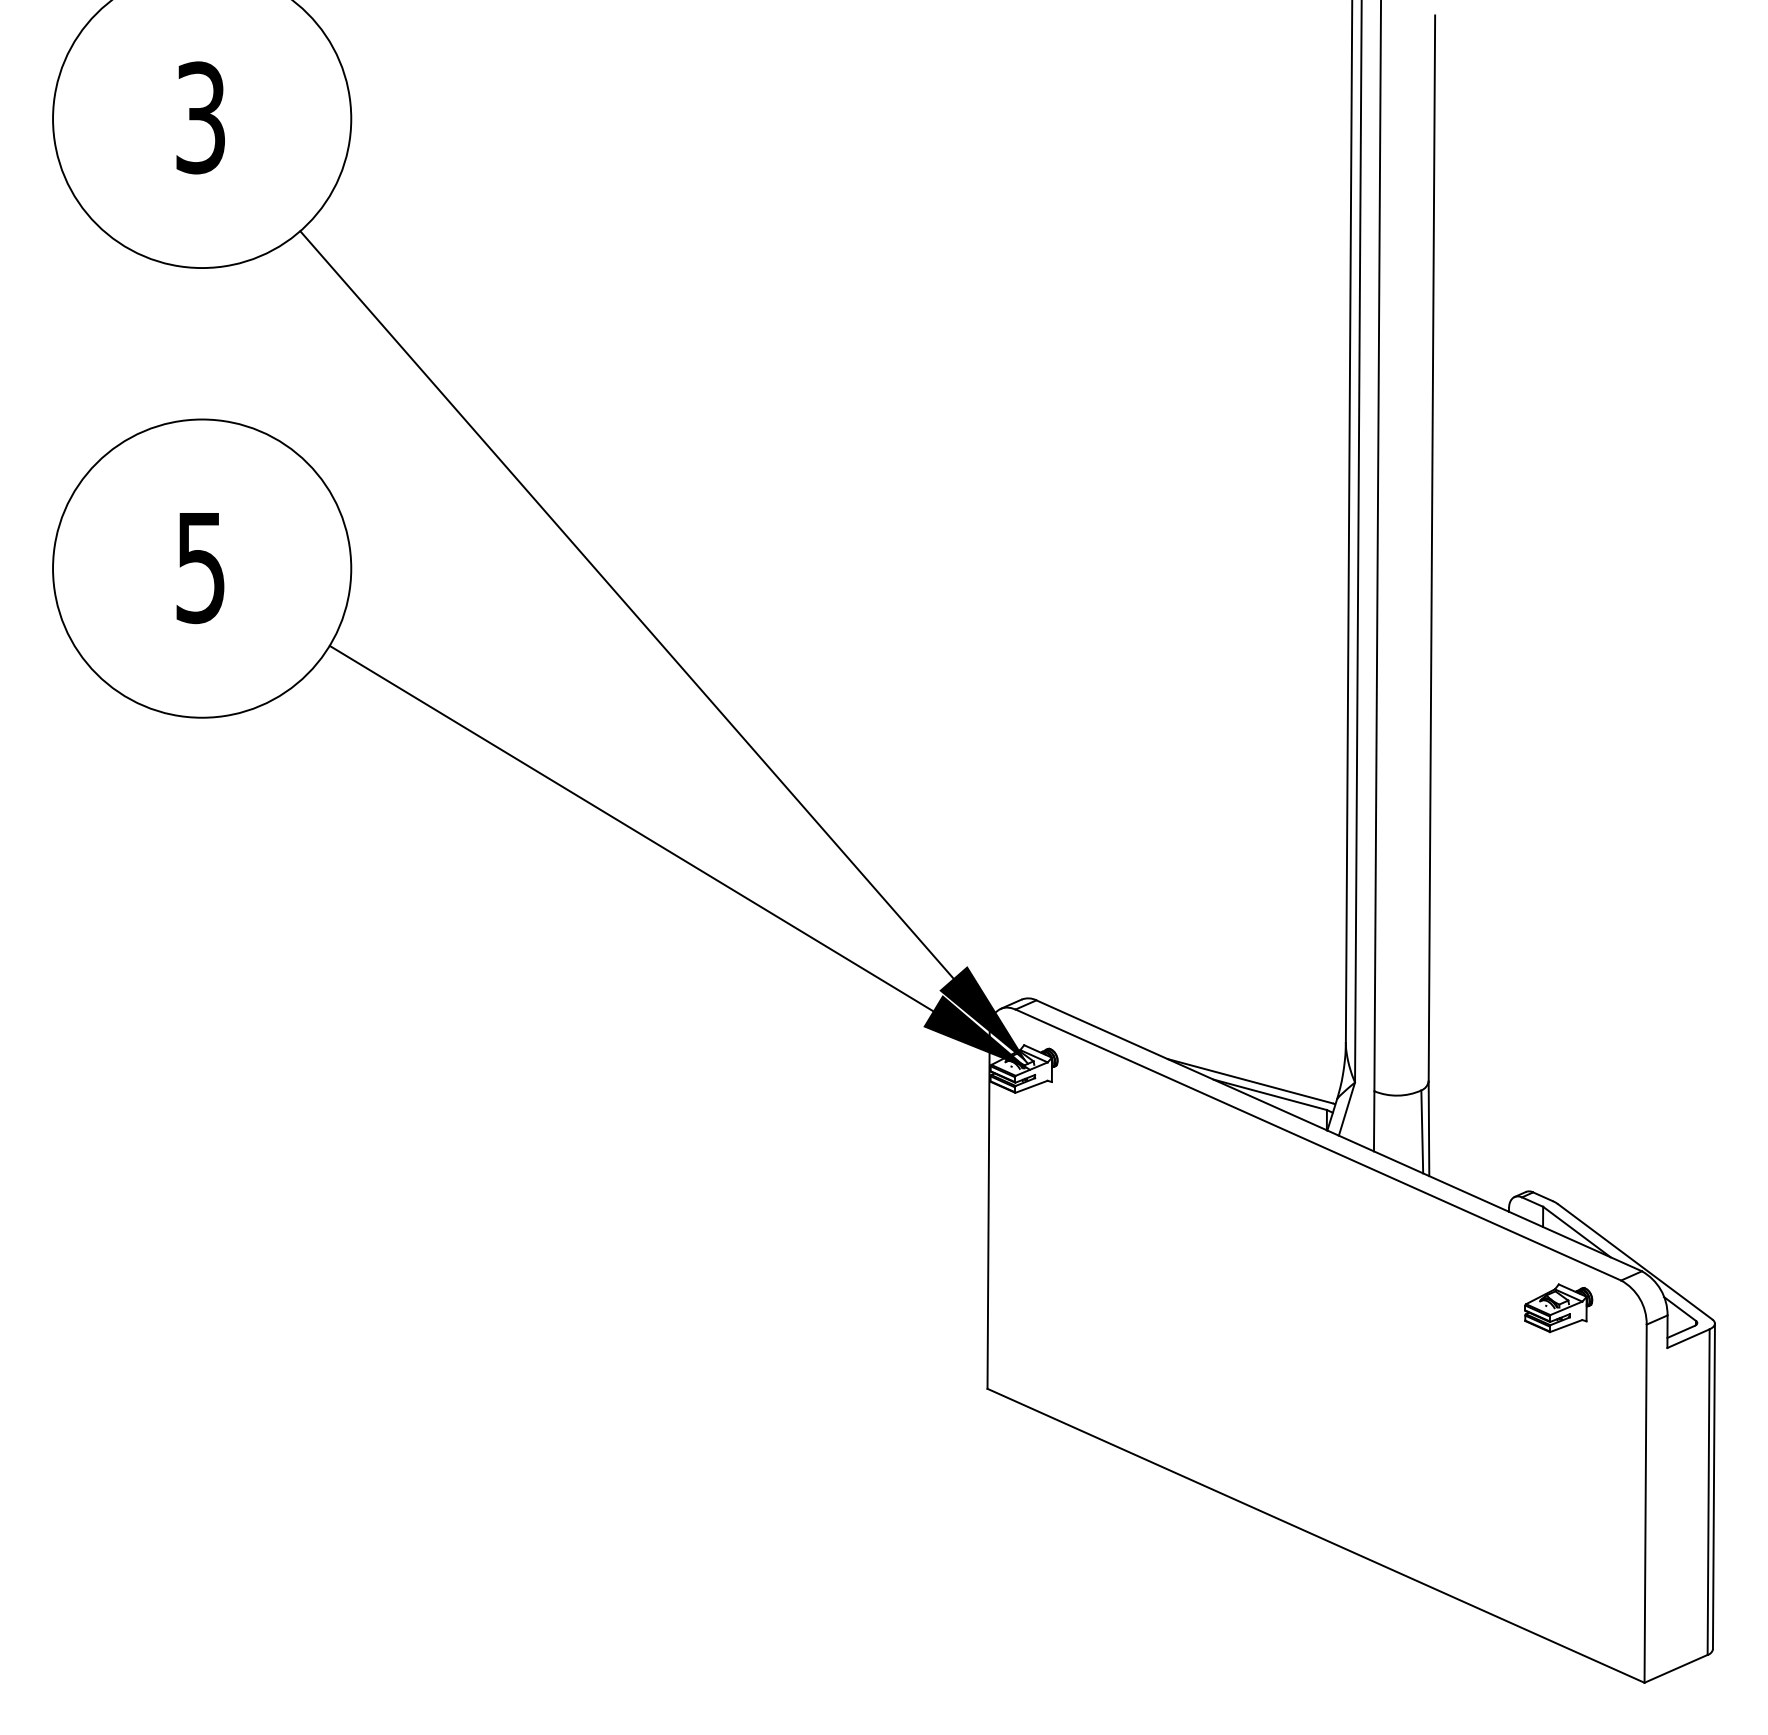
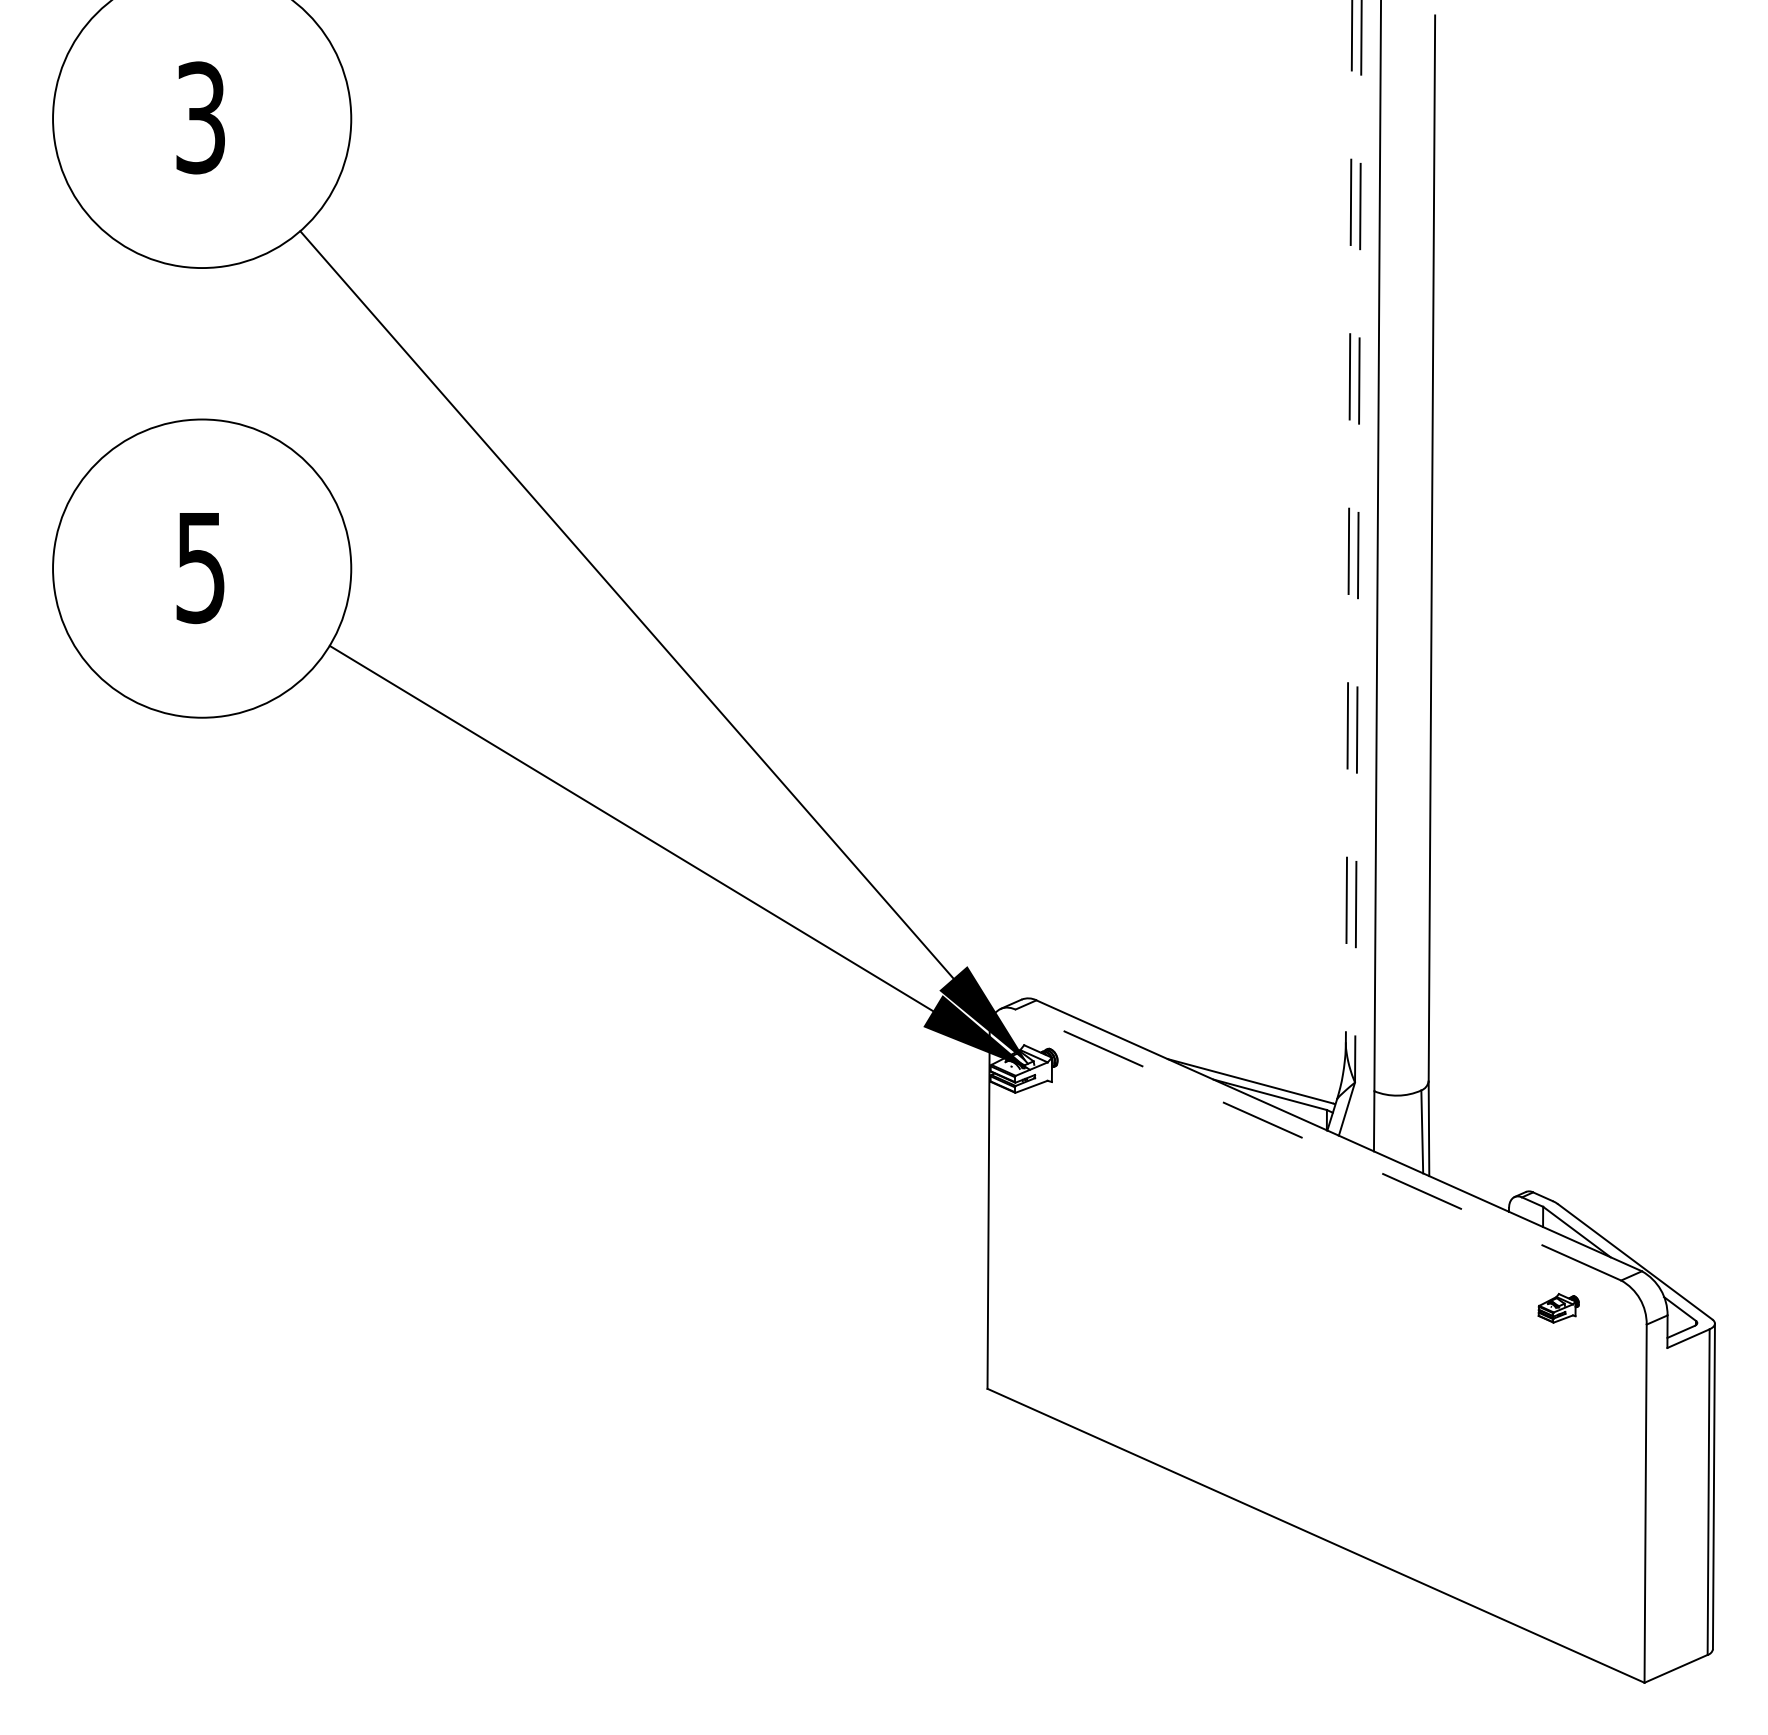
line at (1349, 521): solid -> dashed
line at (1358, 541): solid -> dashed
line at (1318, 1145): solid -> dashed
part at (1558, 1308) size: 70x51 px -> 43x31 px
